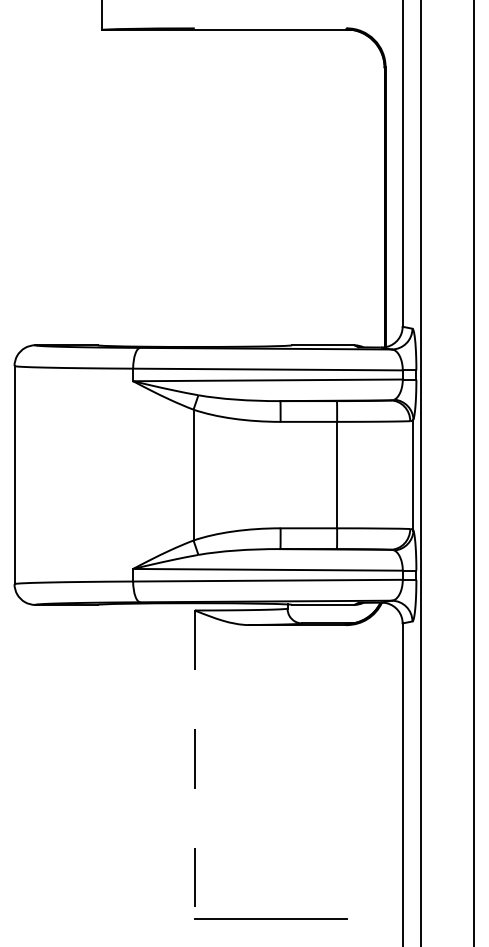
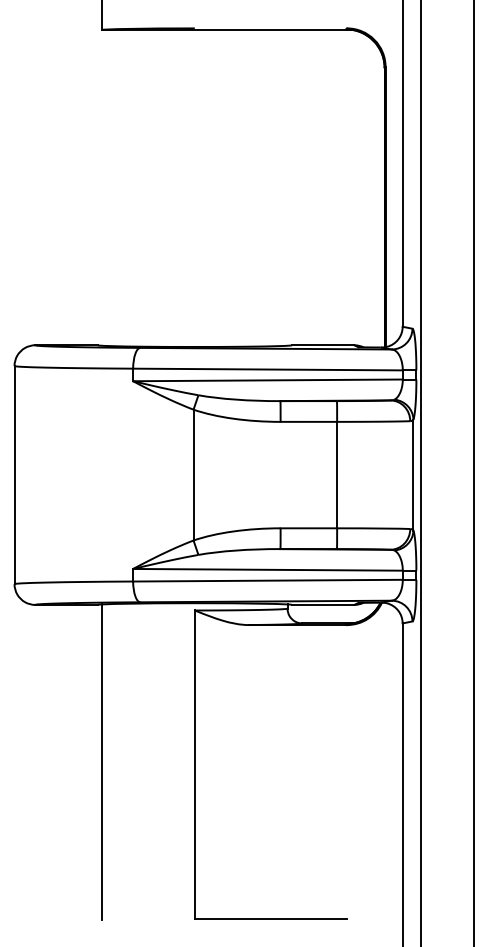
line at (102, 762): none -> present
line at (194, 765): dashed -> solid
